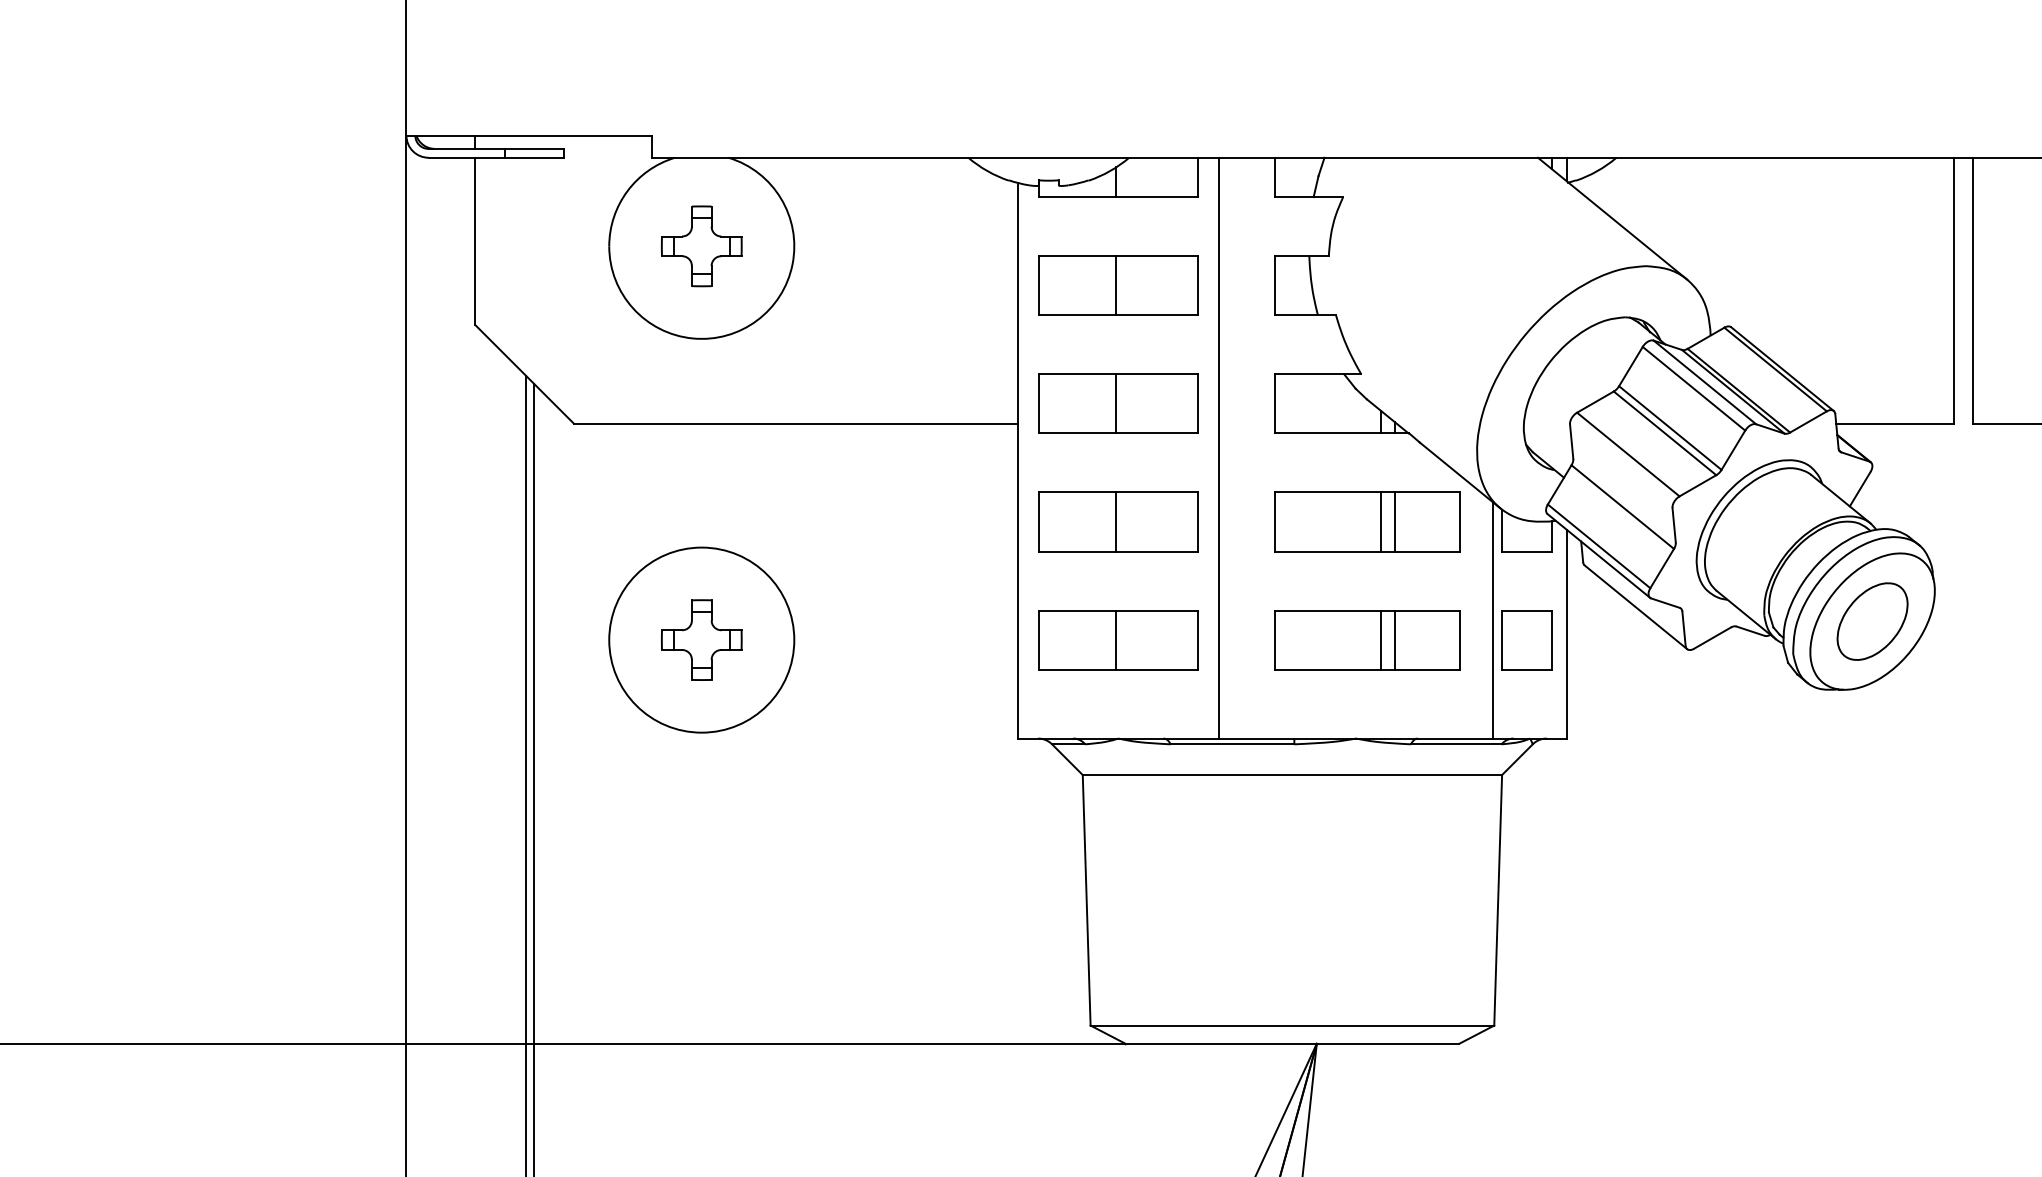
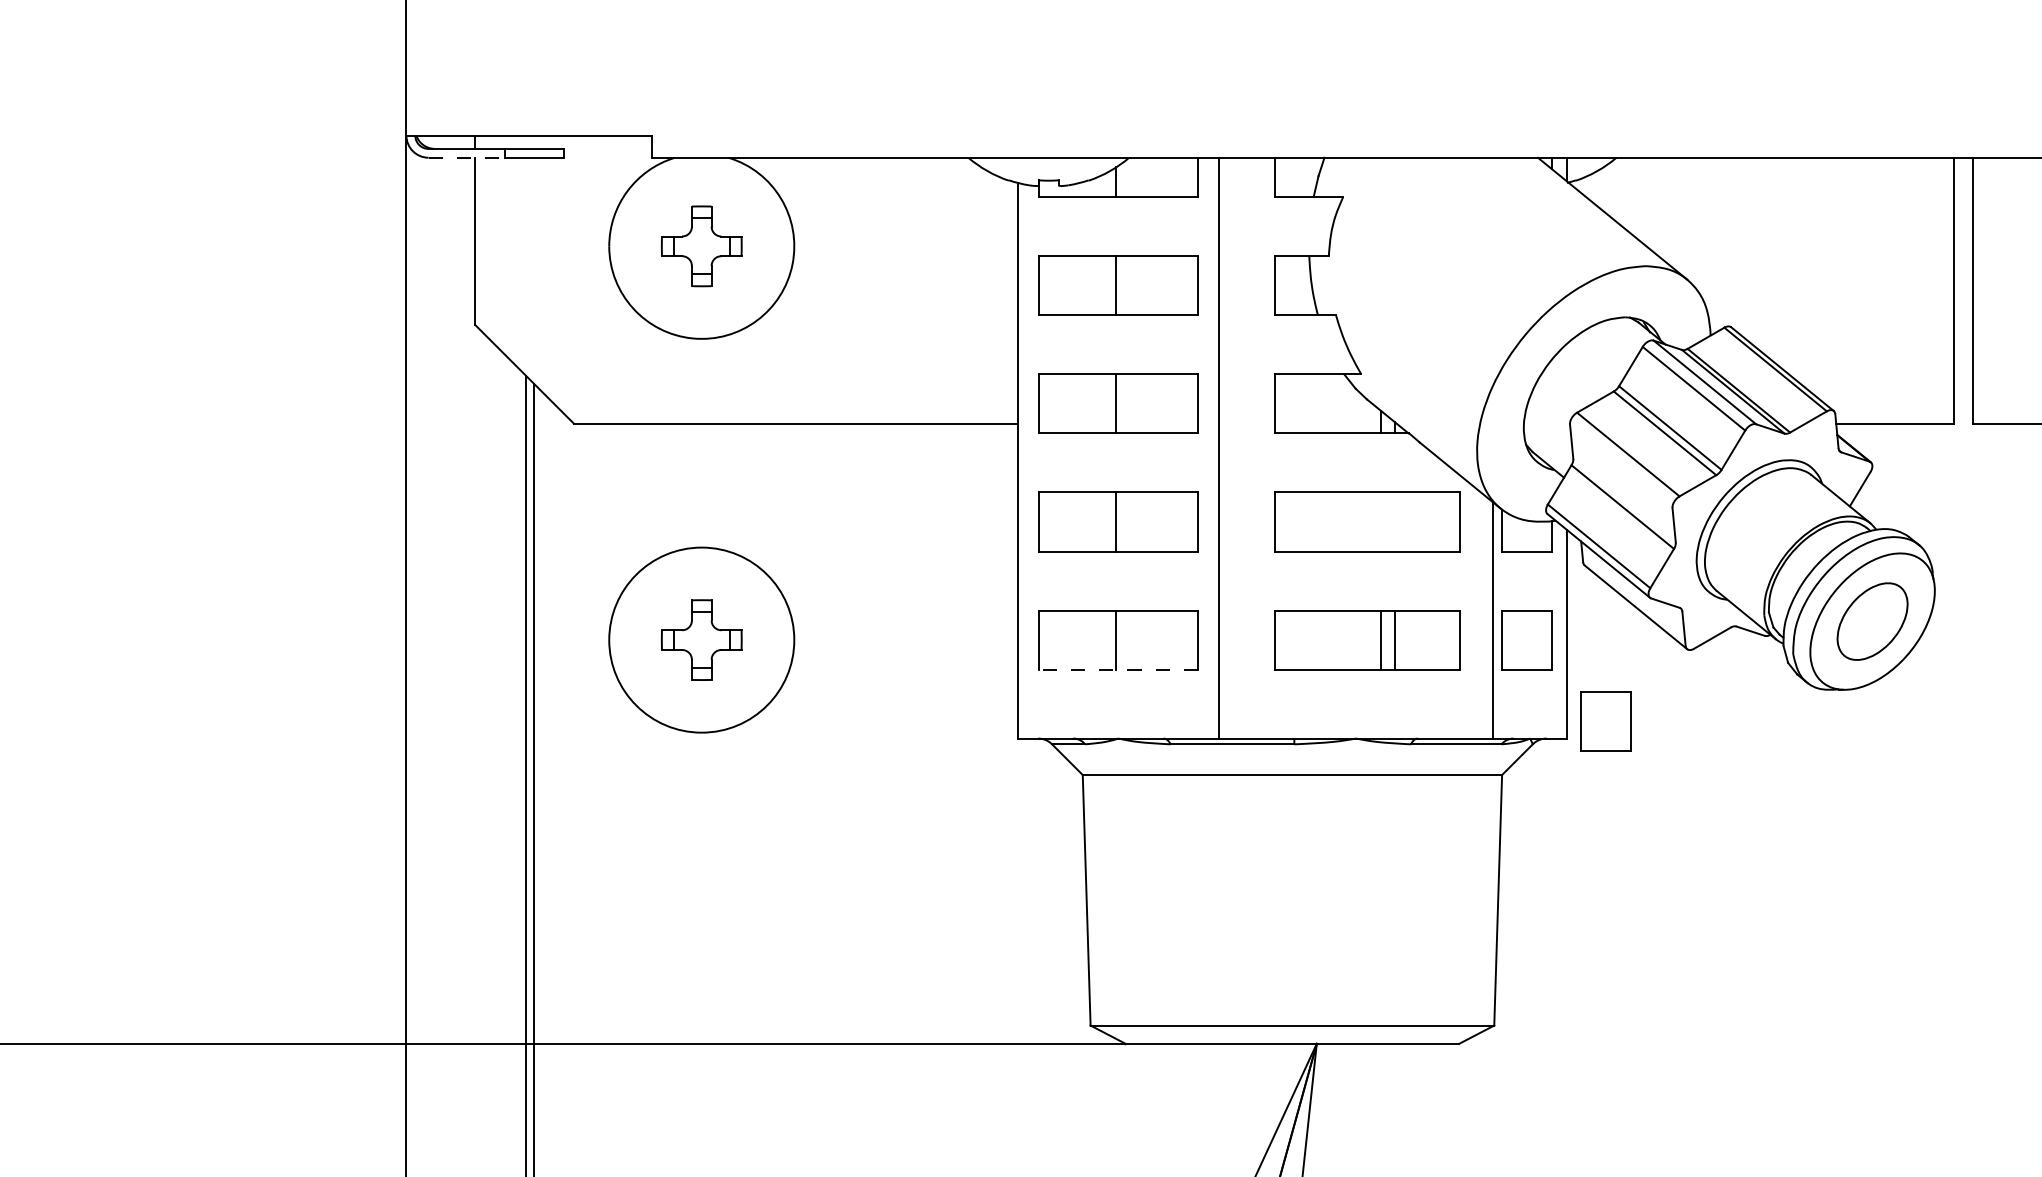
line at (467, 157): solid -> dashed
line at (1381, 521): present -> none
line at (1395, 521): present -> none
line at (1117, 669): solid -> dashed
part at (1605, 721): none -> present
